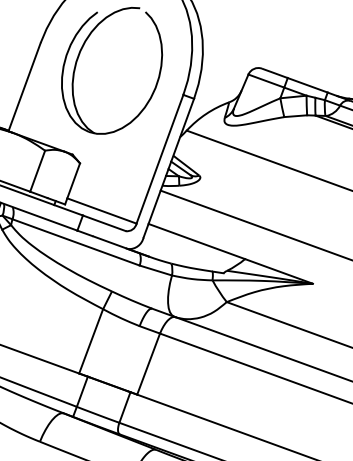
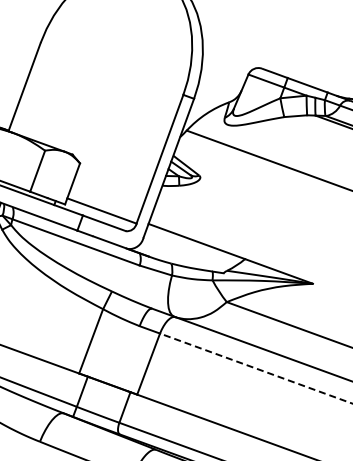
part at (78, 59): present -> none
line at (254, 224): present -> none
line at (255, 368): solid -> dashed
